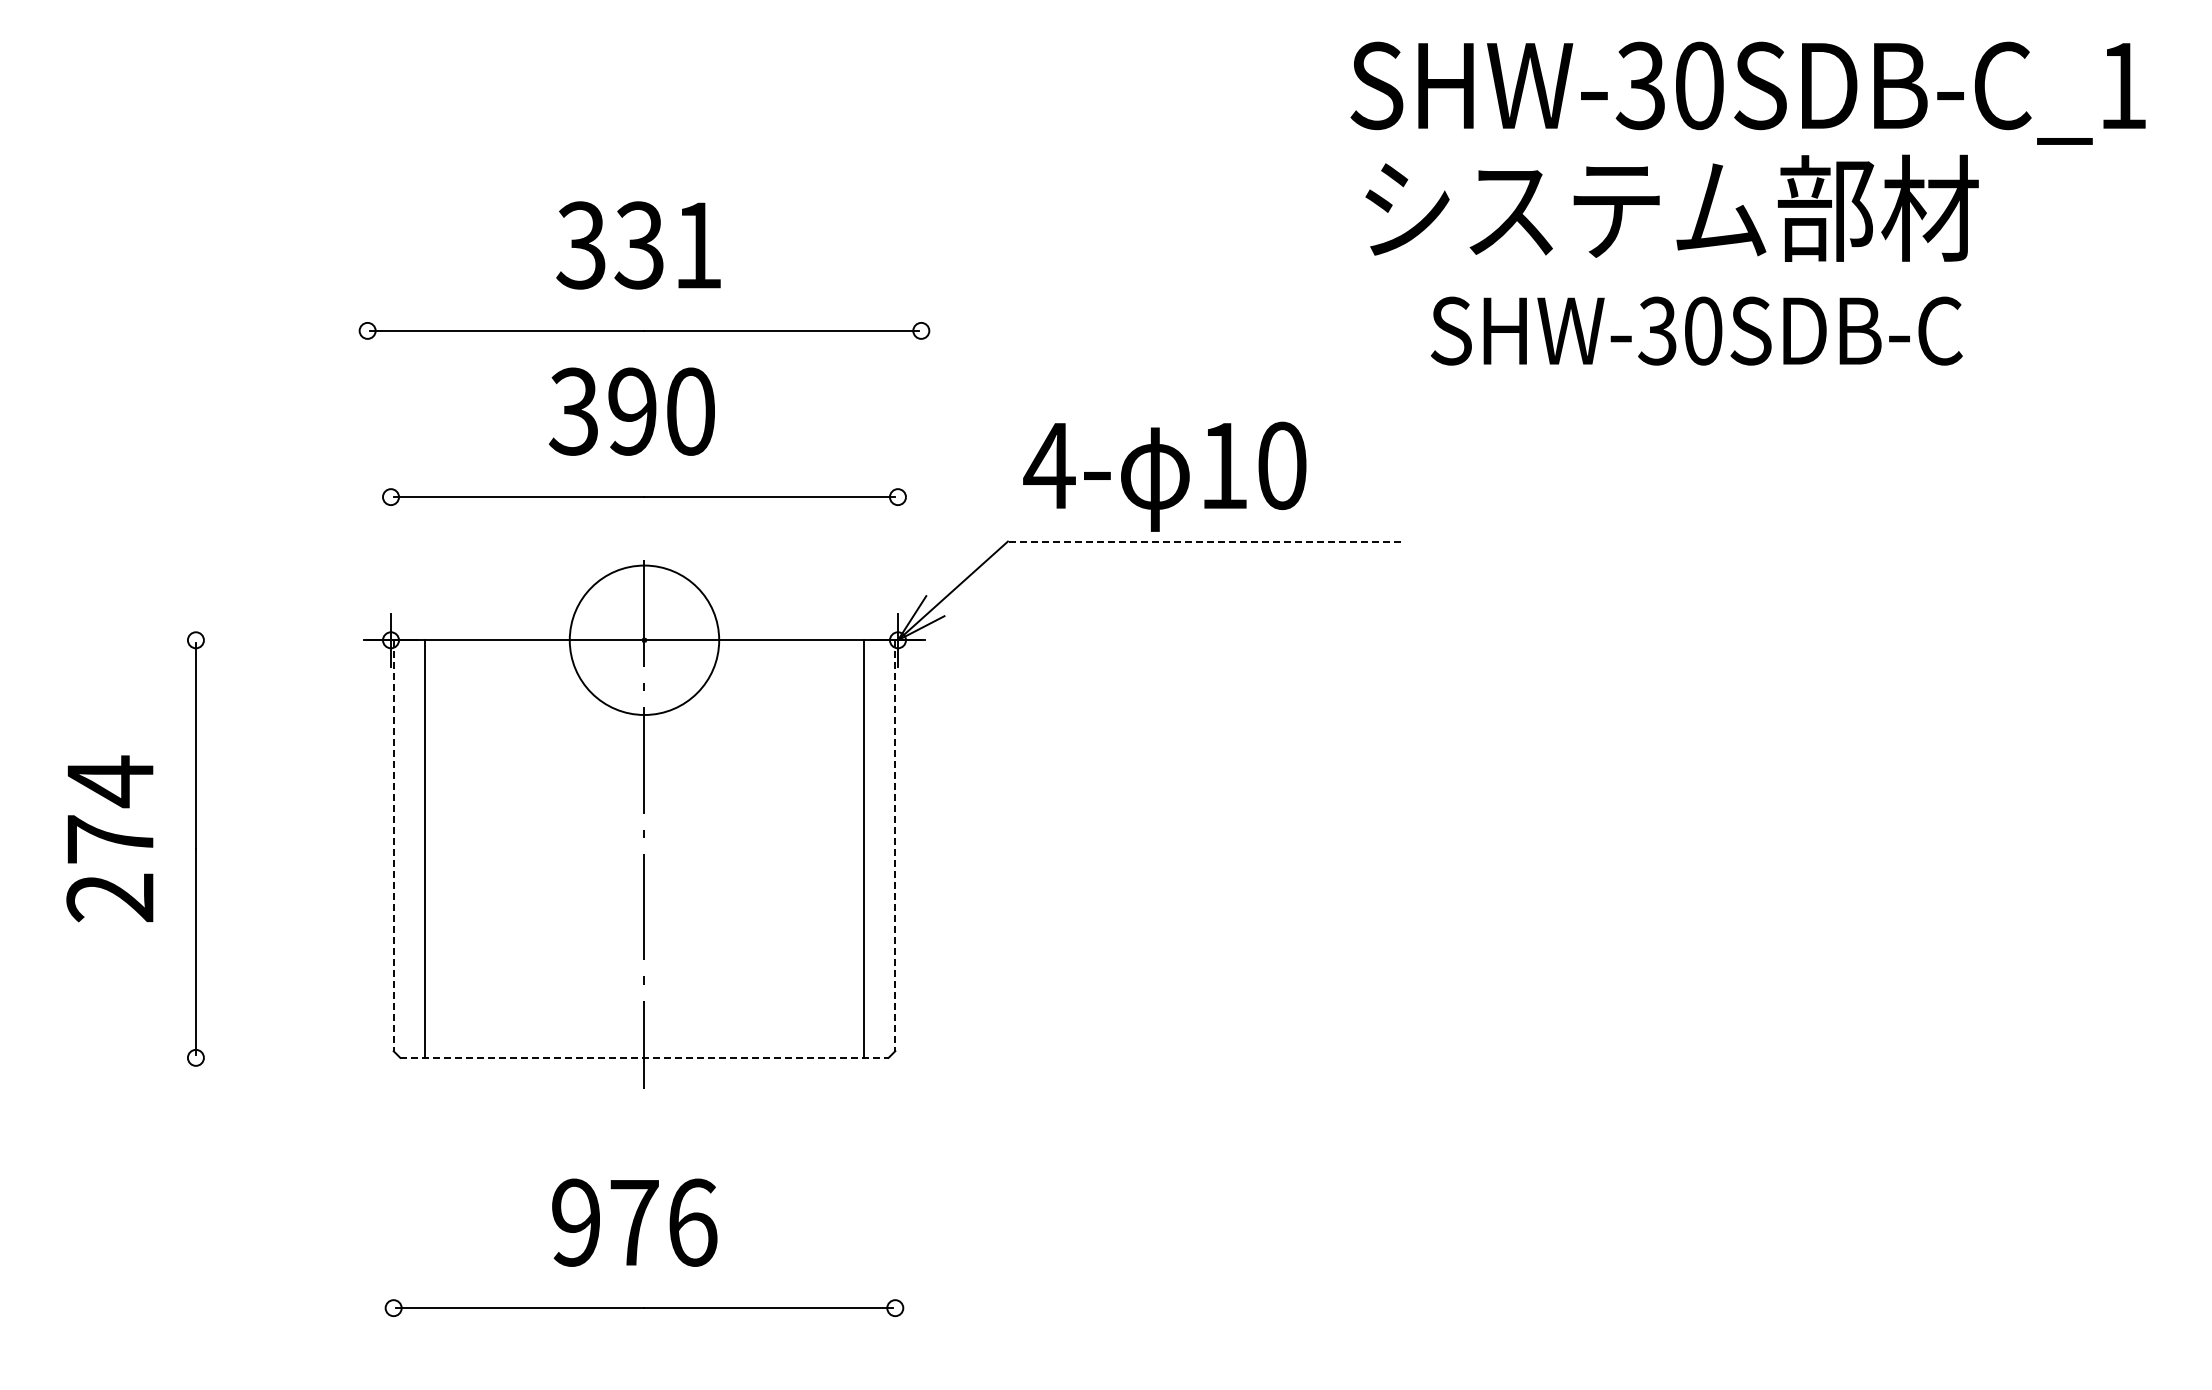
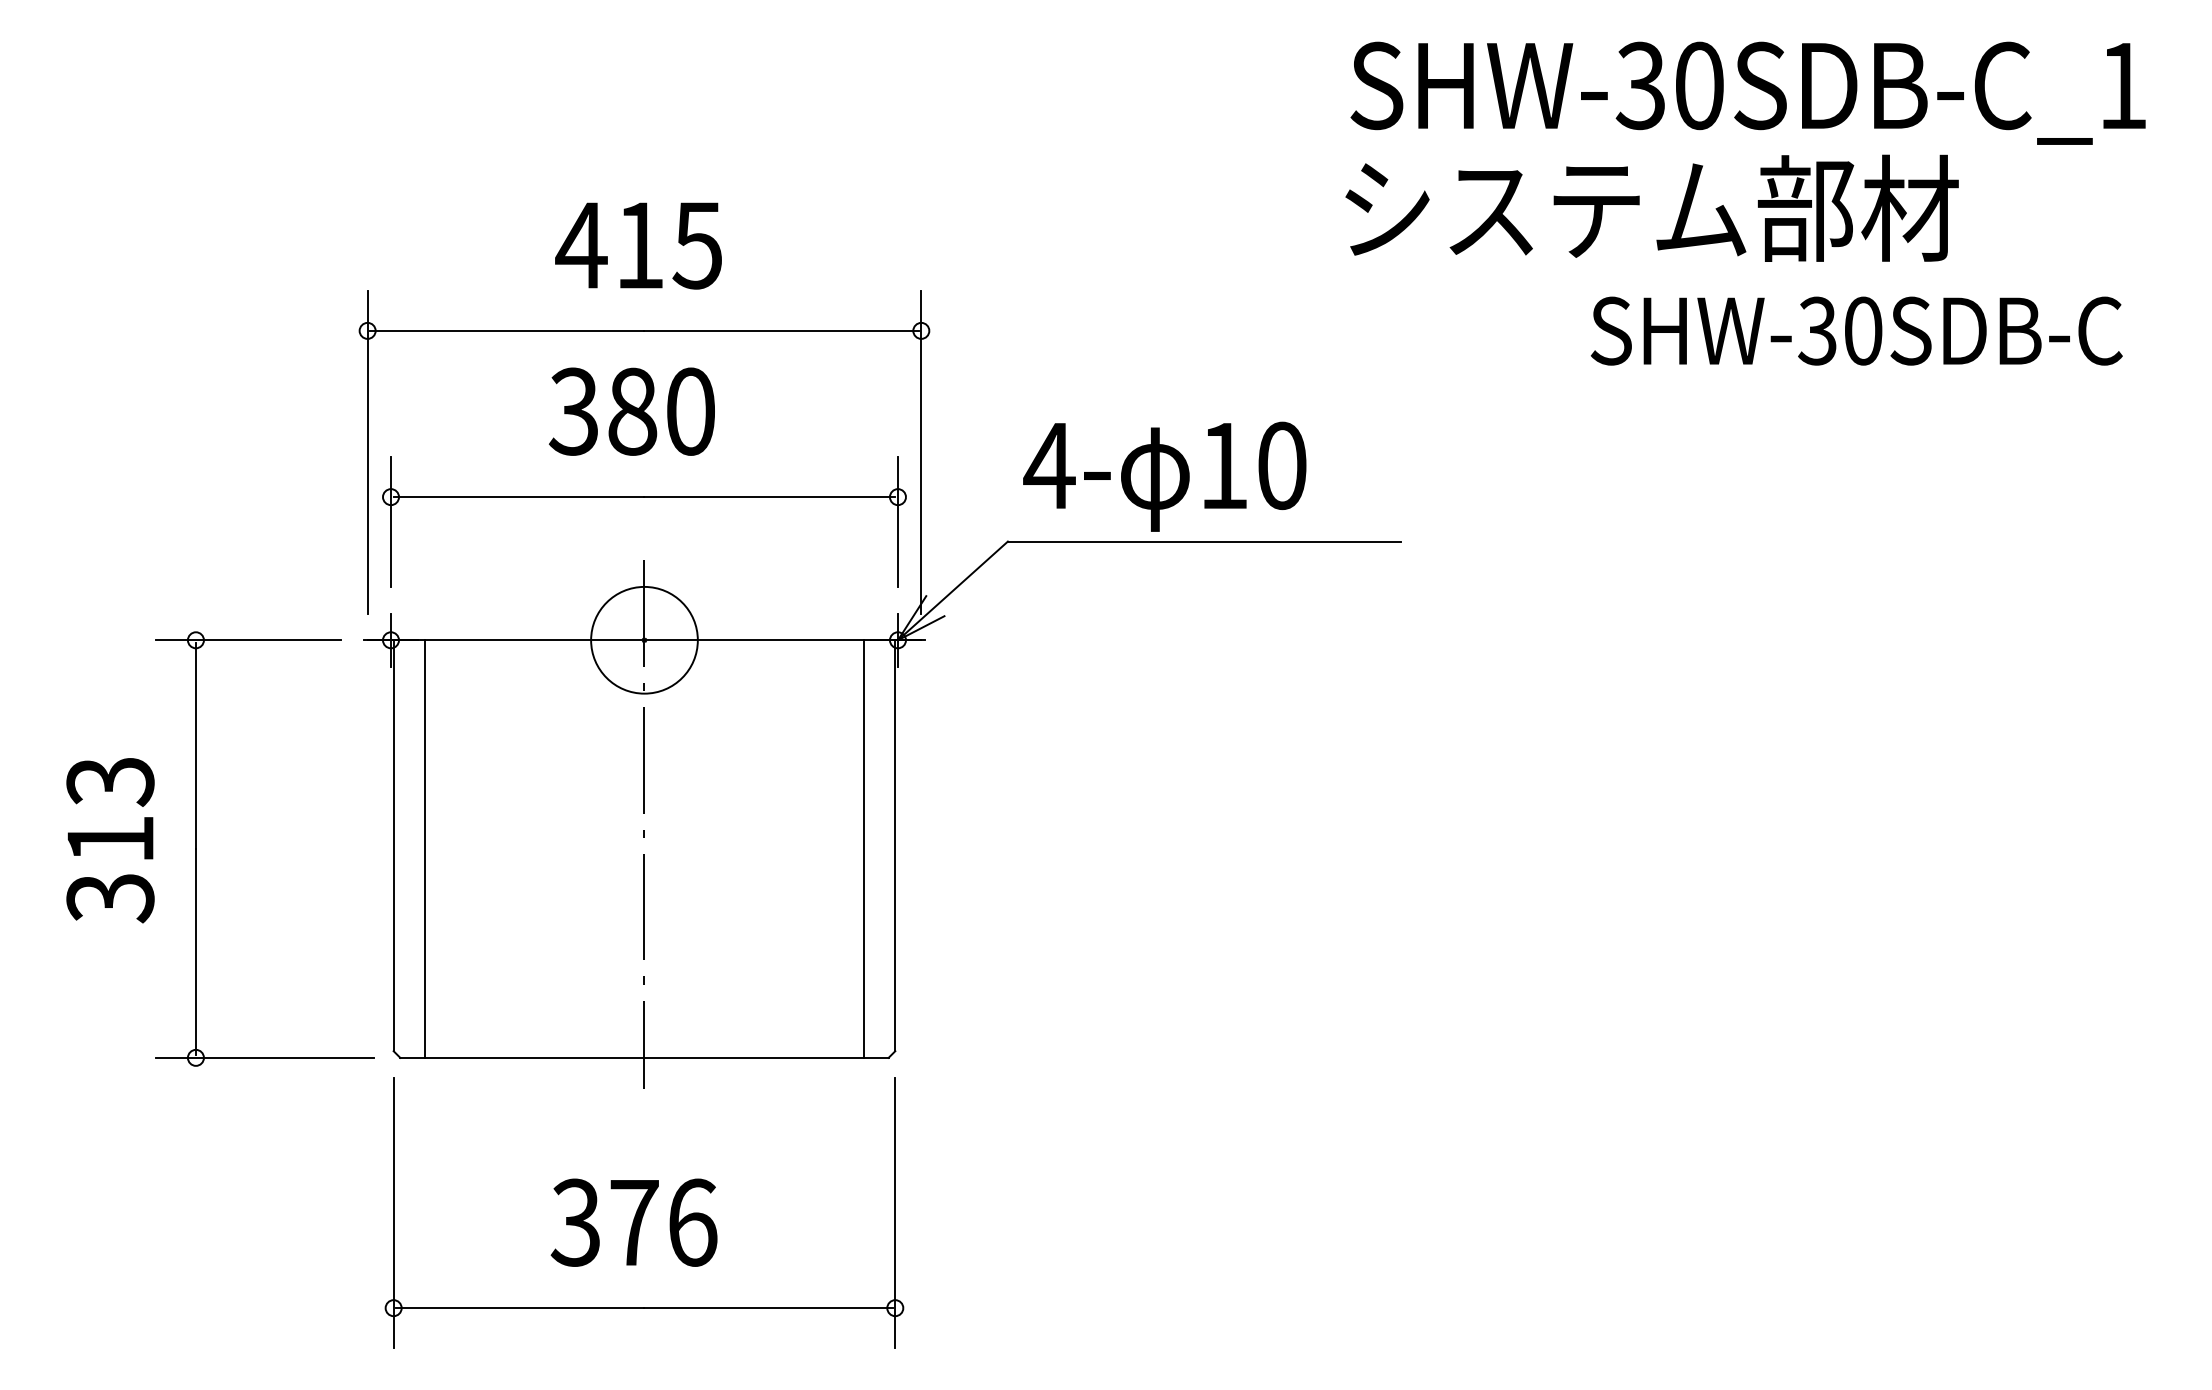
text at (1671, 207) position: (1671, 207) -> (1651, 207)
text at (638, 245): 331 -> 415
text at (1696, 330) position: (1696, 330) -> (1856, 330)
text at (632, 411): 390 -> 380
line at (367, 451): none -> present
line at (921, 451): none -> present
line at (391, 521): none -> present
line at (897, 521): none -> present
line at (1203, 541): dashed -> solid
line at (247, 640): none -> present
circle at (644, 640) diameter: 149 px -> 107 px
text at (110, 839): 274 -> 313
line at (393, 846): dashed -> solid
line at (895, 846): dashed -> solid
line at (264, 1057): none -> present
line at (644, 1057): dashed -> solid
line at (393, 1212): none -> present
line at (895, 1212): none -> present
text at (574, 1222): 976 -> 376
